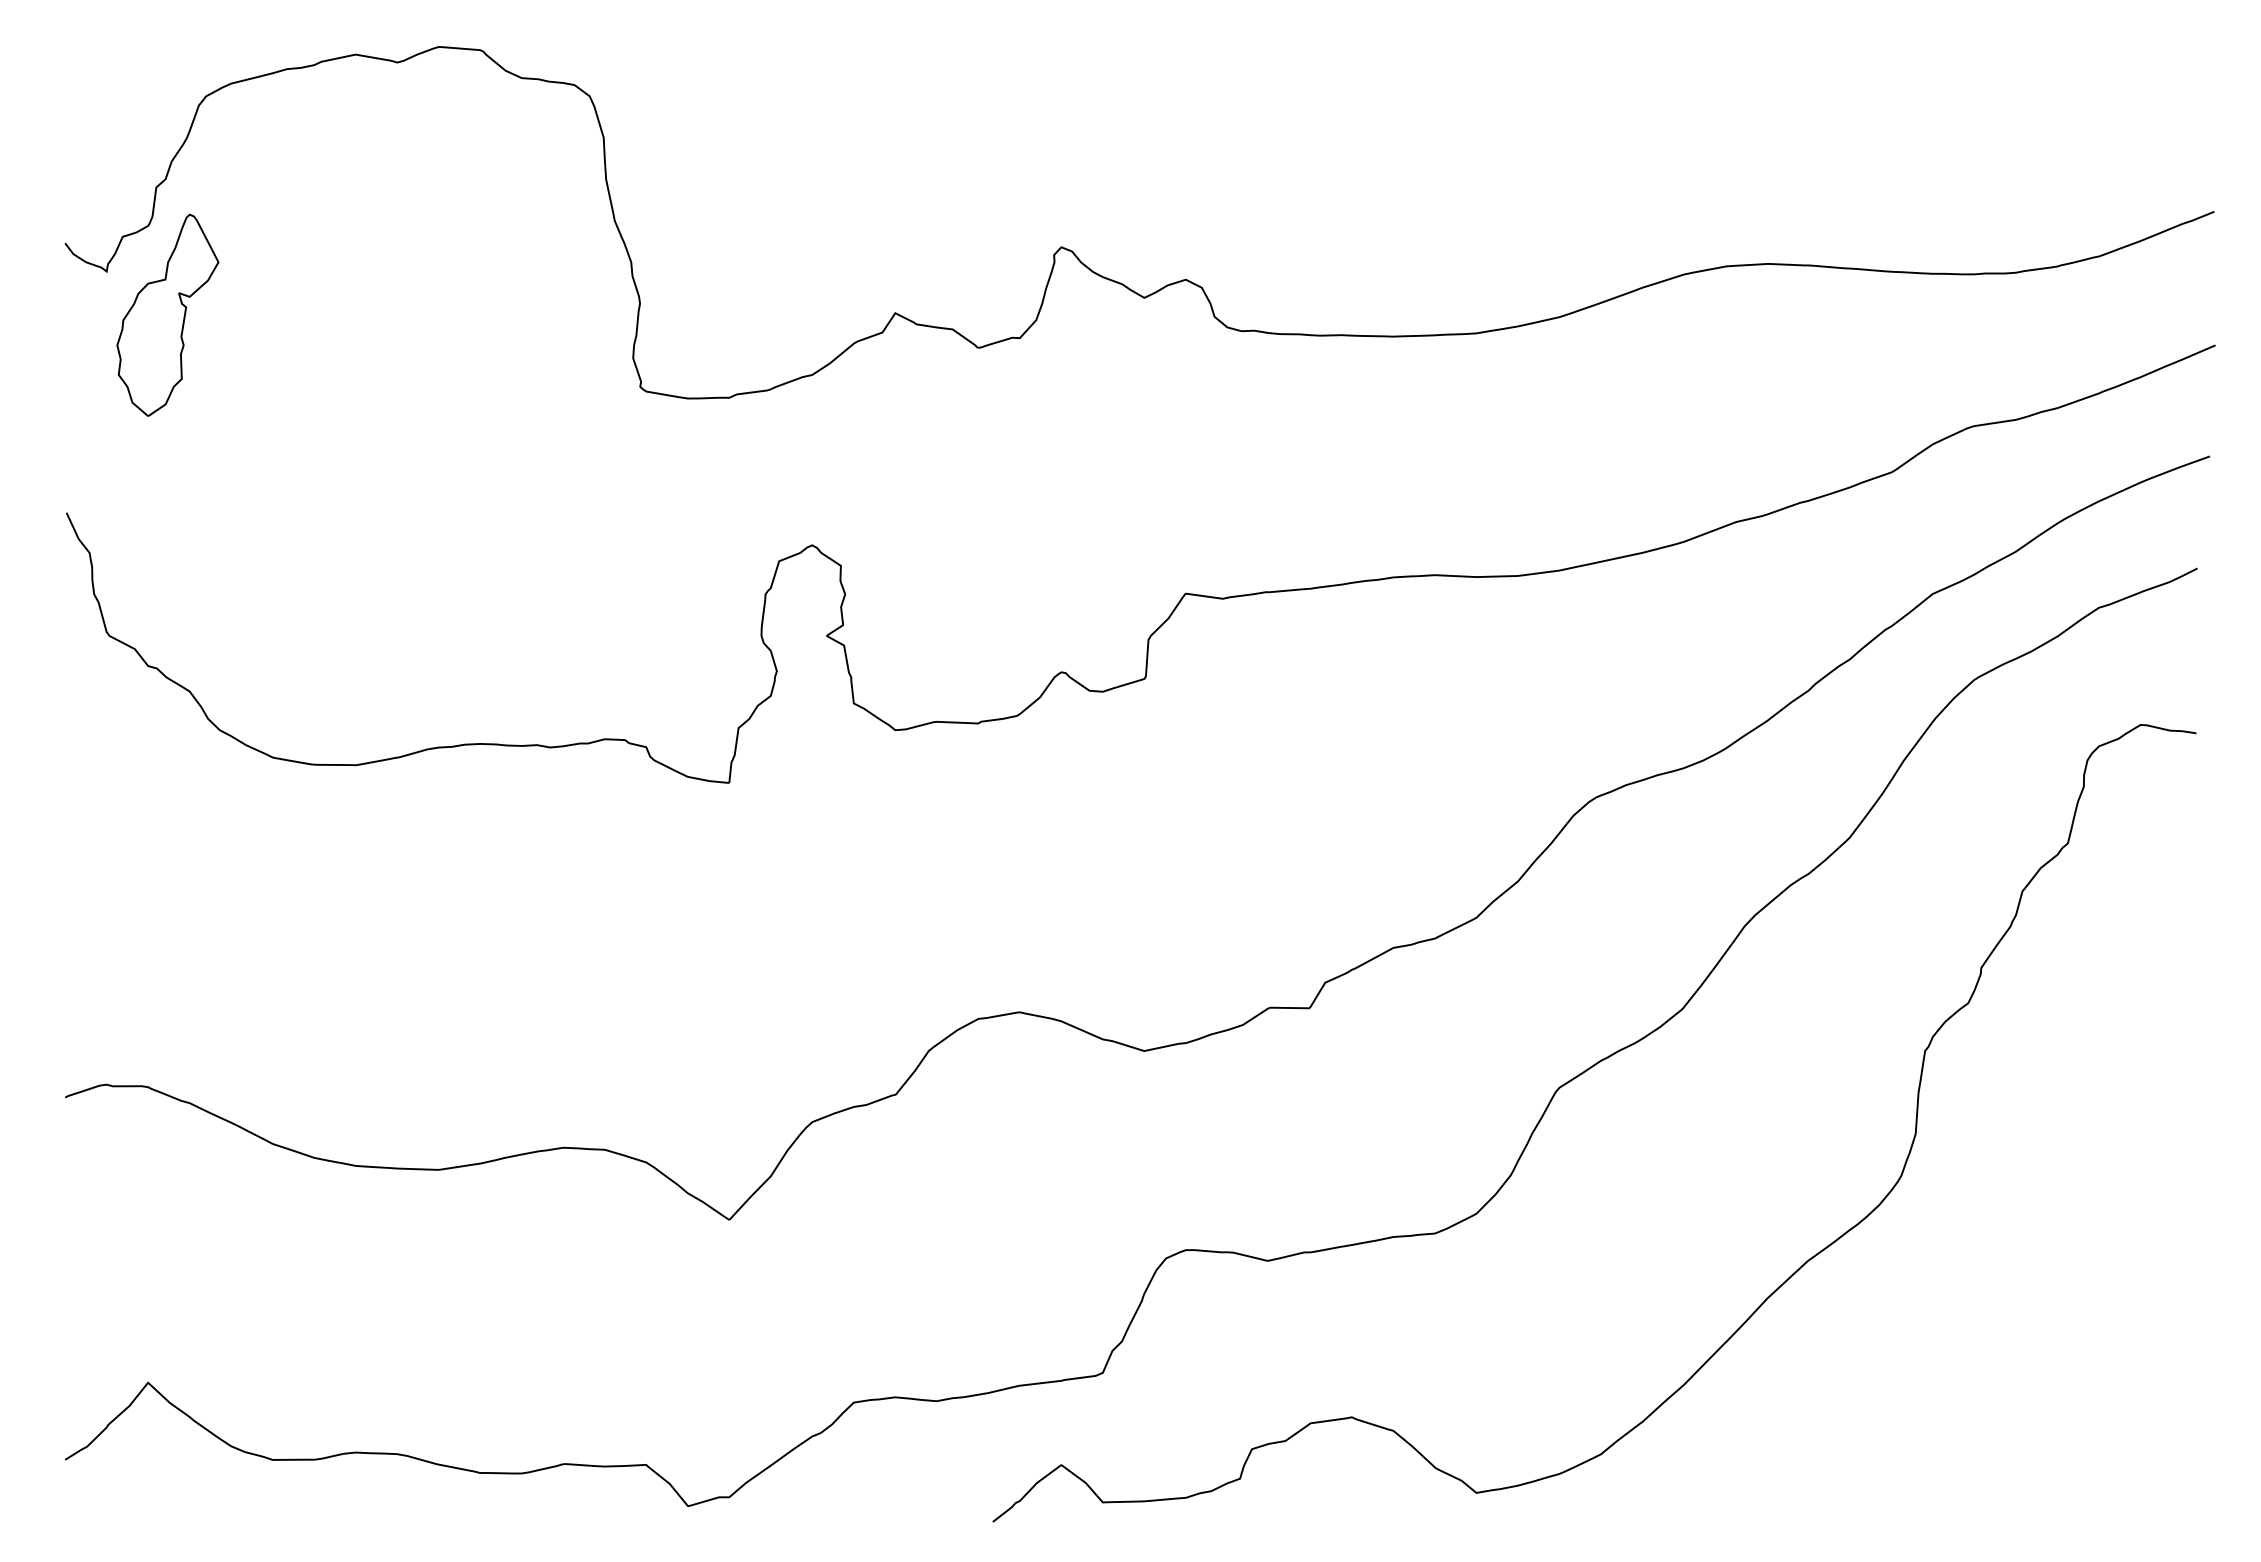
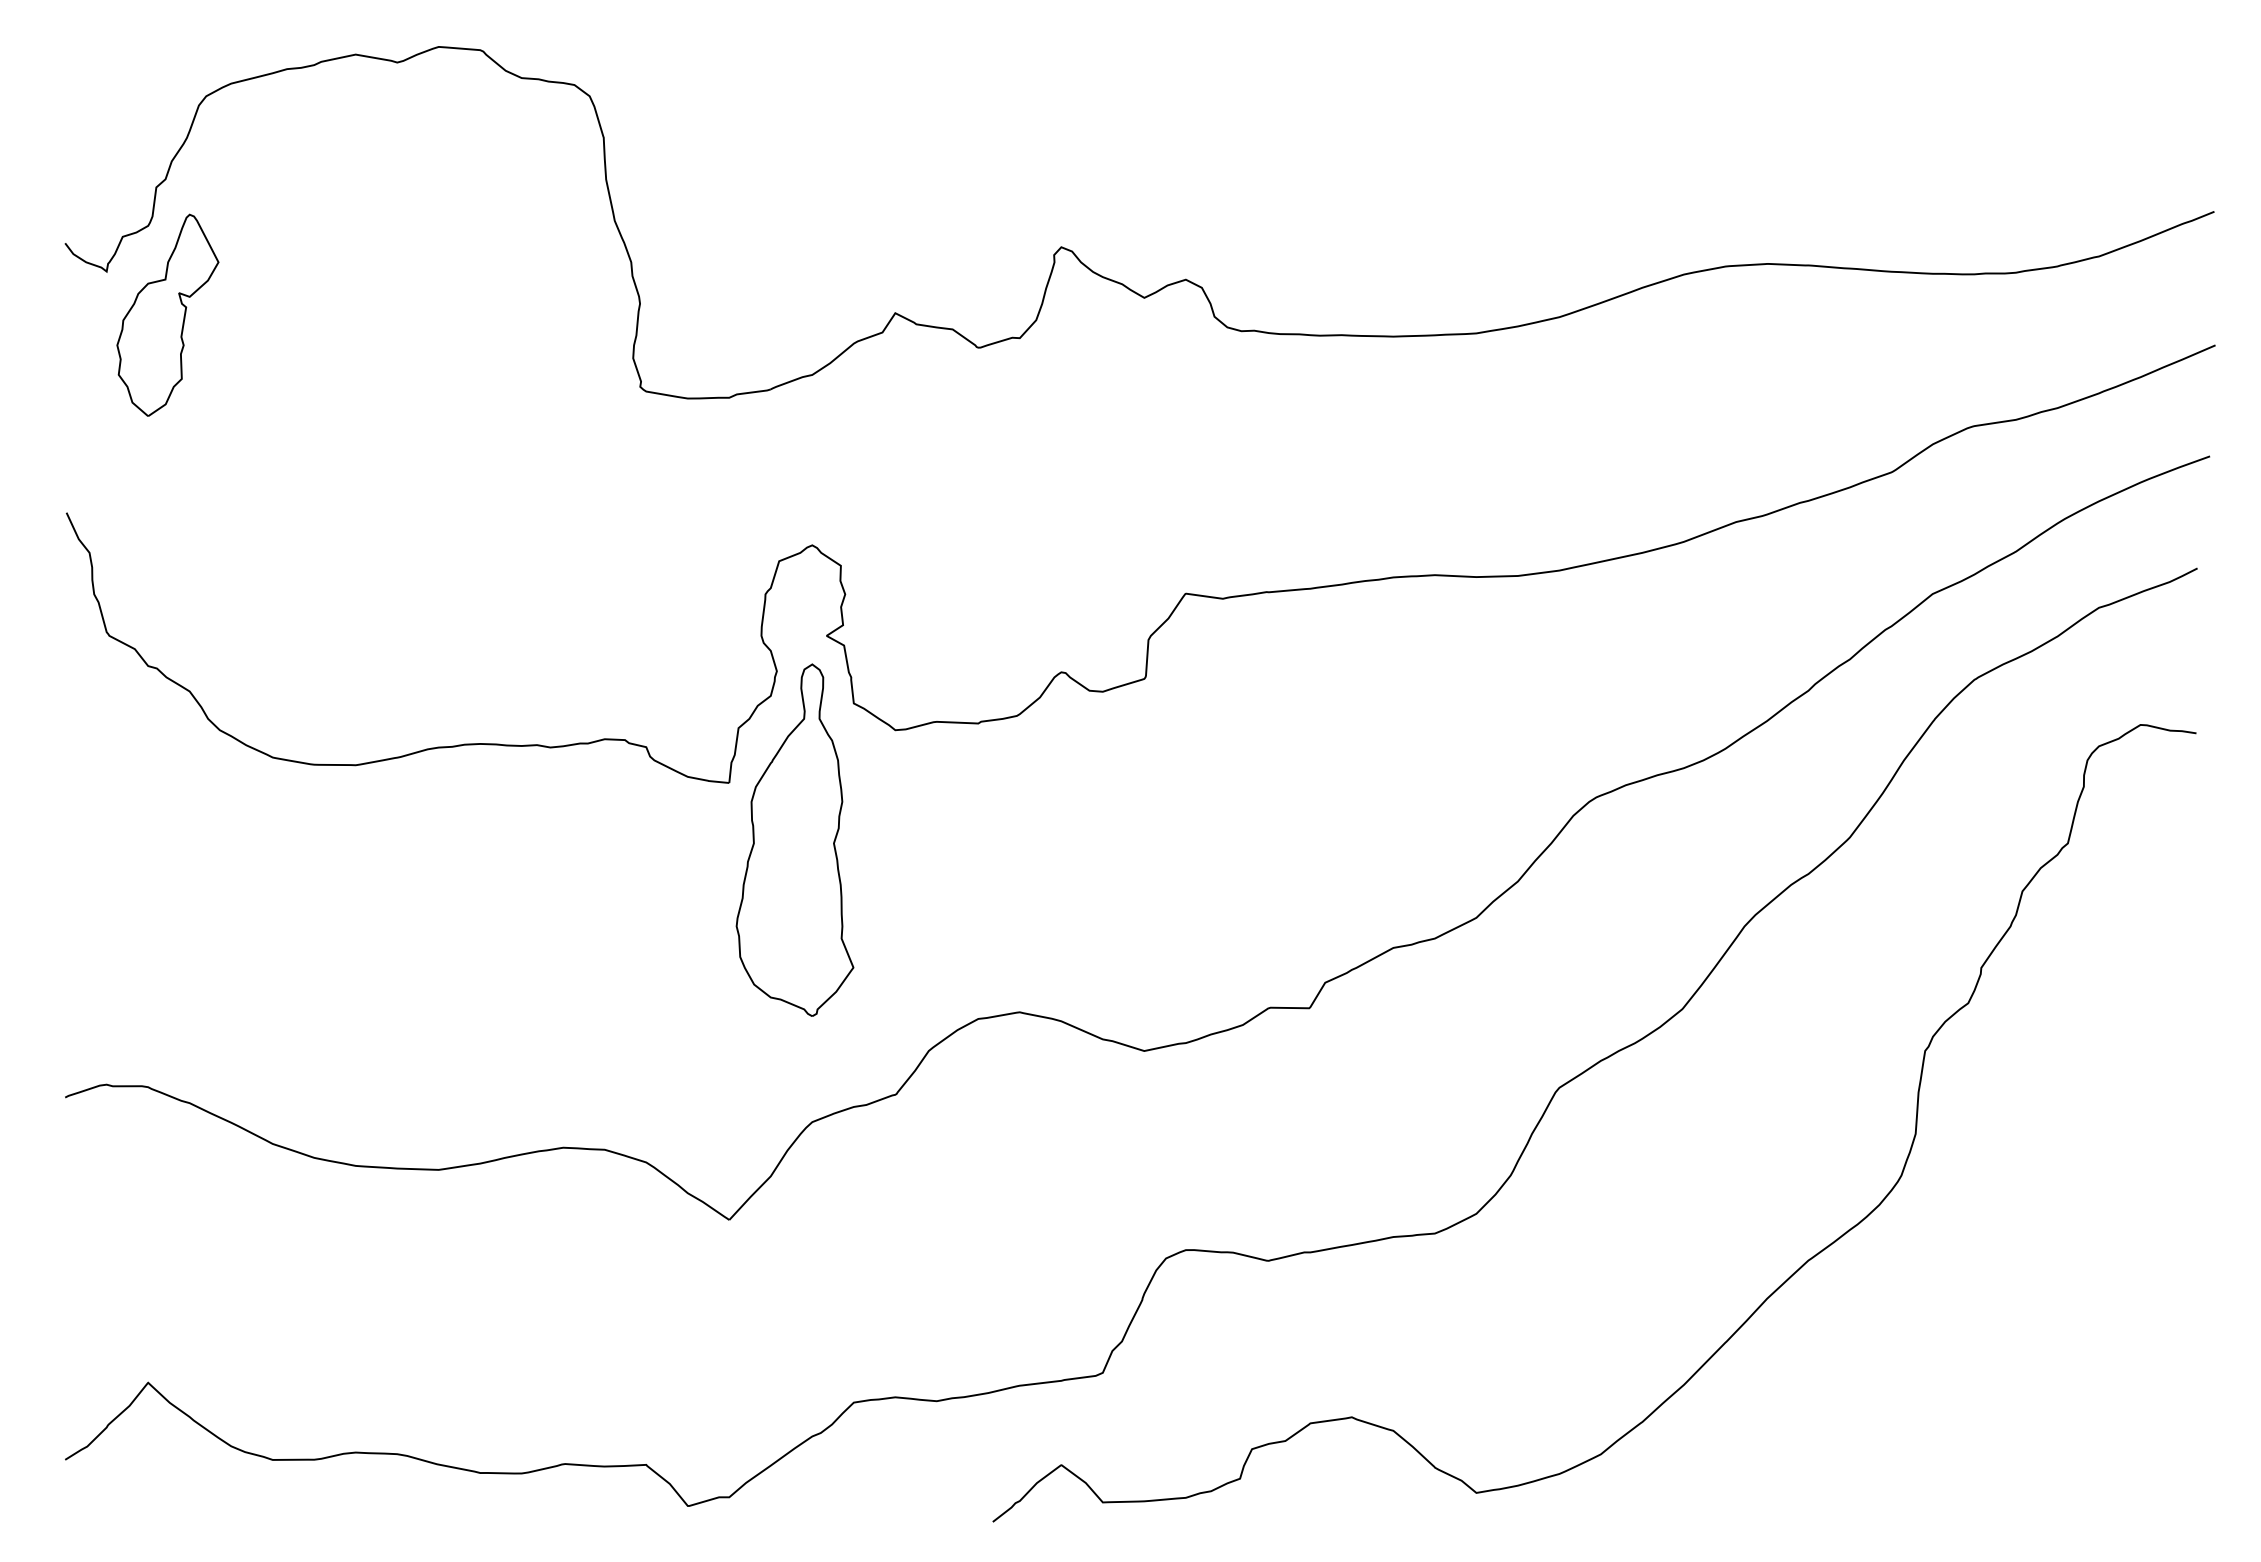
part at (794, 839): none -> present
